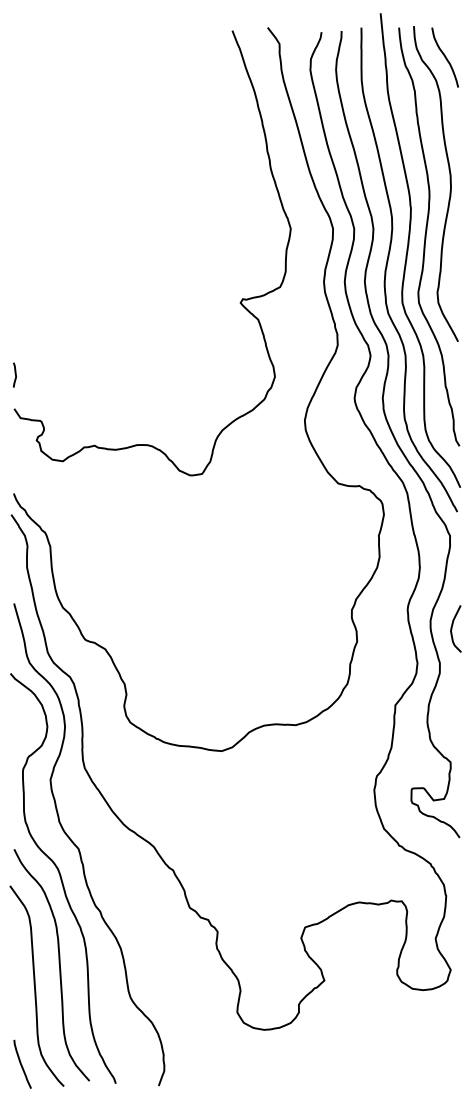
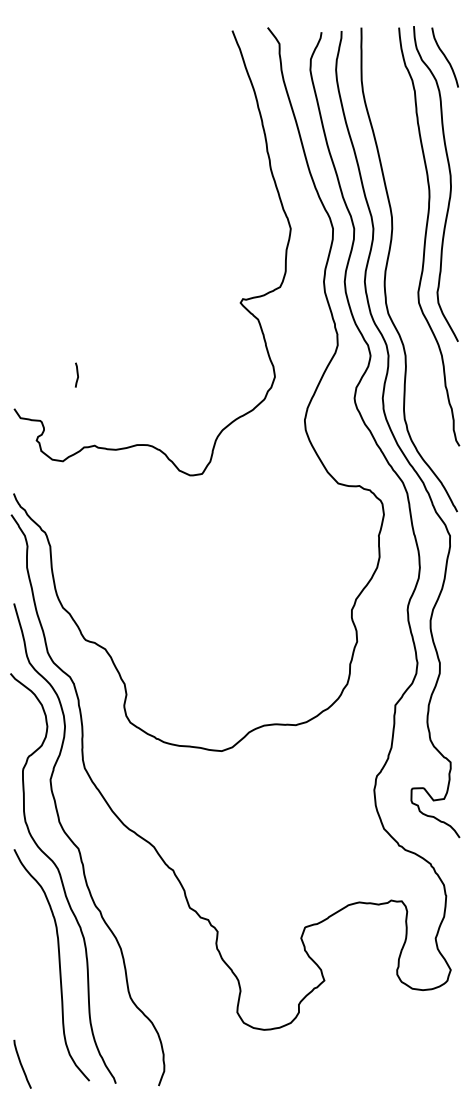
curve at (408, 250): present -> none
line at (14, 374) position: (14, 374) -> (76, 374)
curve at (452, 628): present -> none
curve at (35, 985): present -> none
